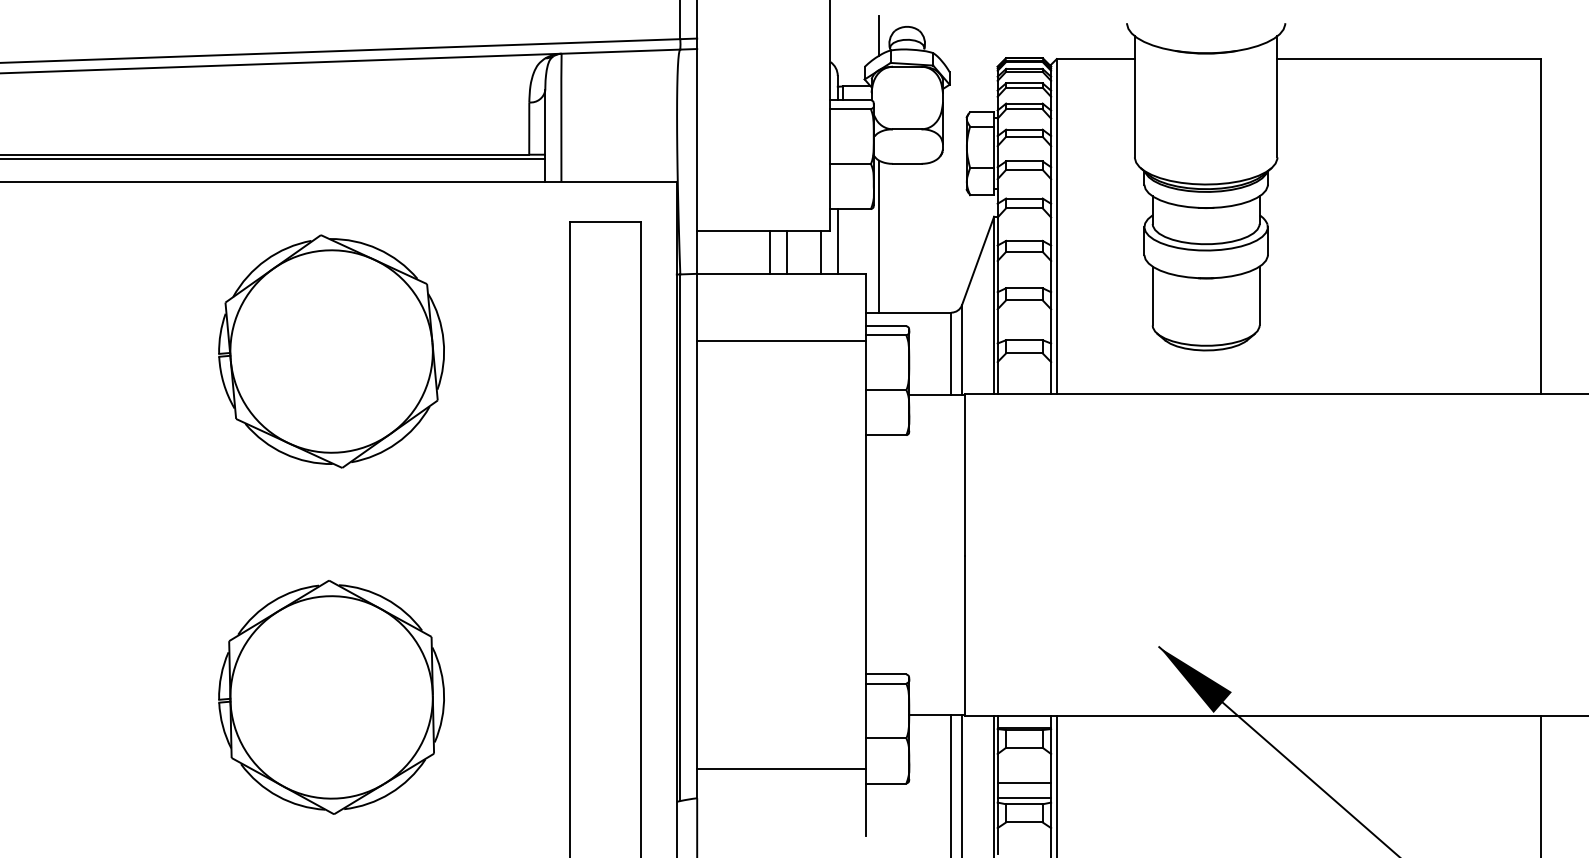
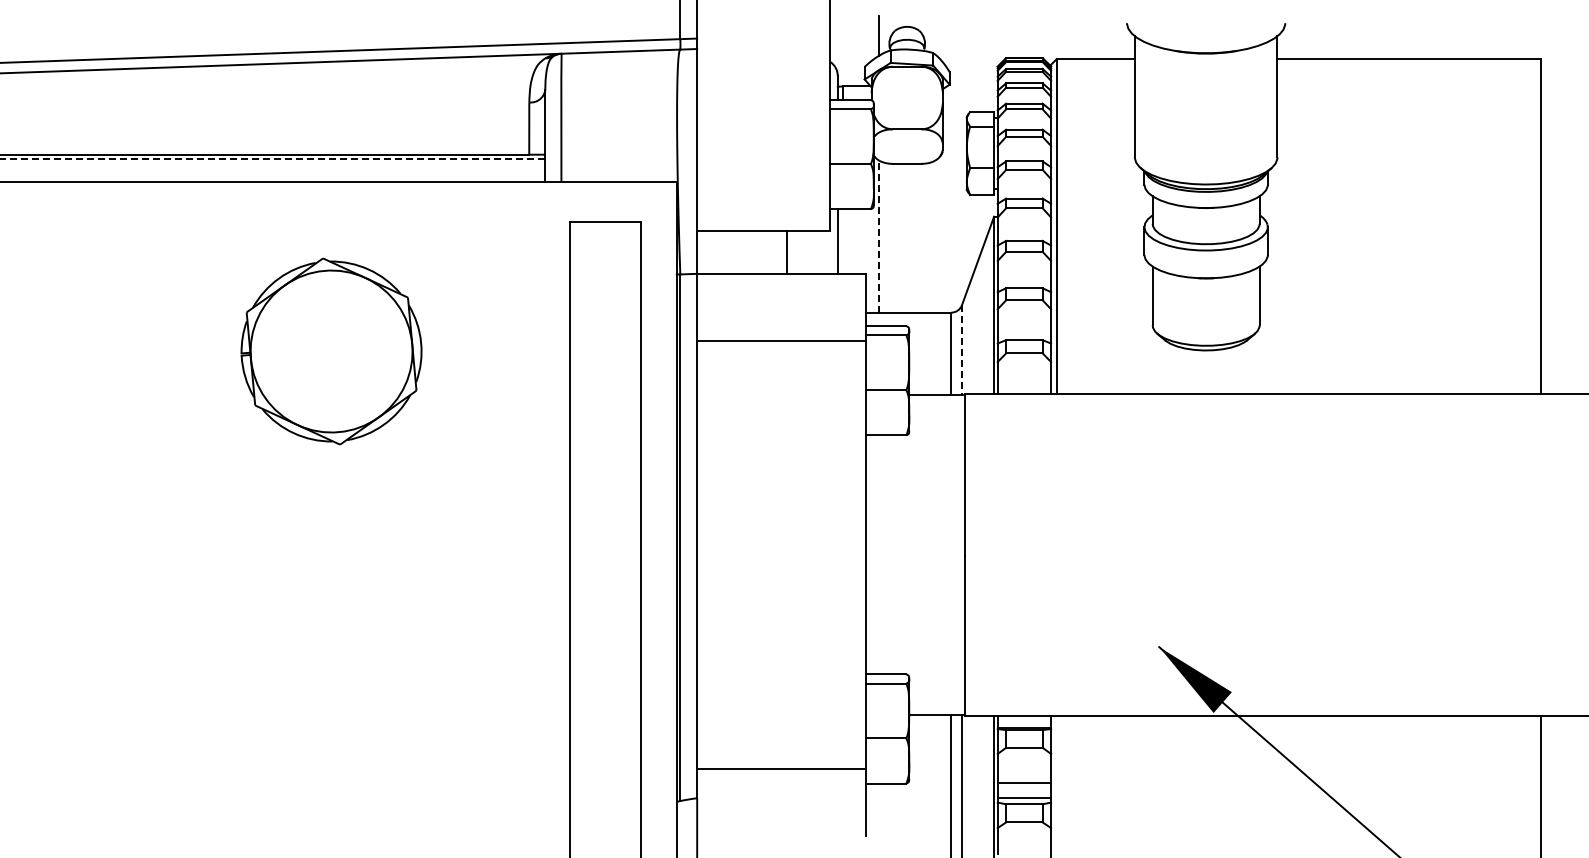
line at (272, 159): solid -> dashed
line at (879, 236): solid -> dashed
line at (770, 252): present -> none
line at (820, 252): present -> none
line at (961, 349): solid -> dashed
part at (331, 351) size: 227x235 px -> 183x189 px
part at (331, 697): present -> none
line at (1056, 784): present -> none
